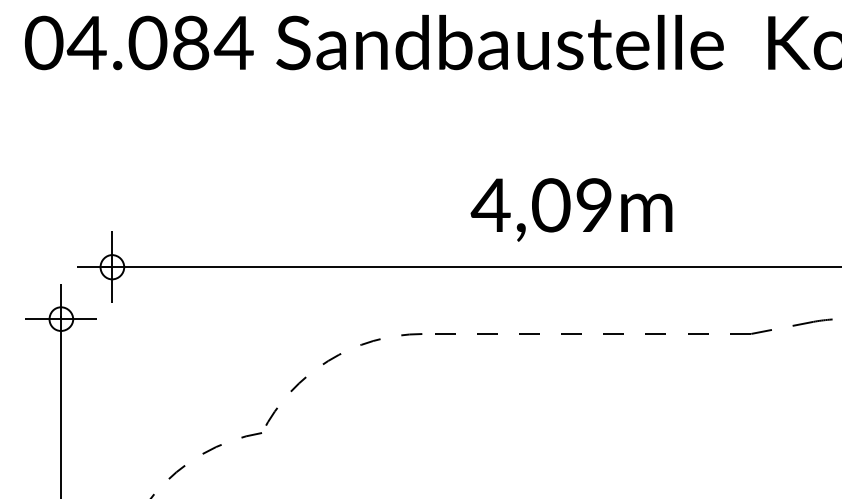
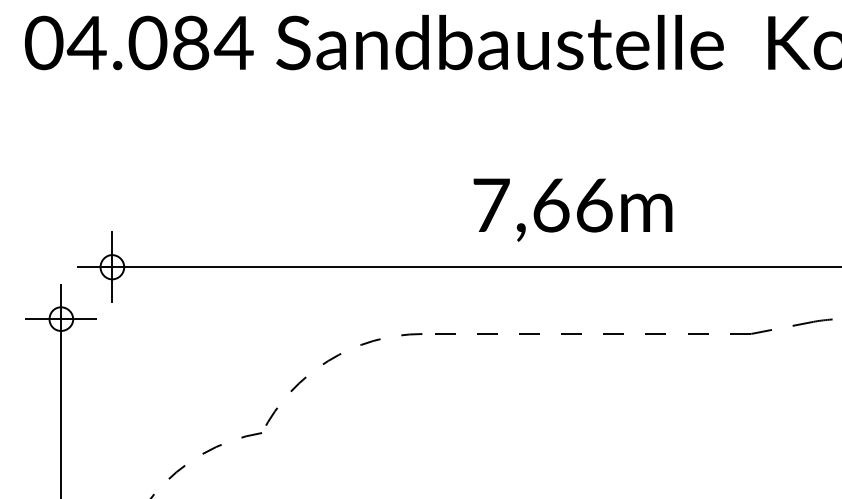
text at (541, 205): 4,09m -> 7,66m
